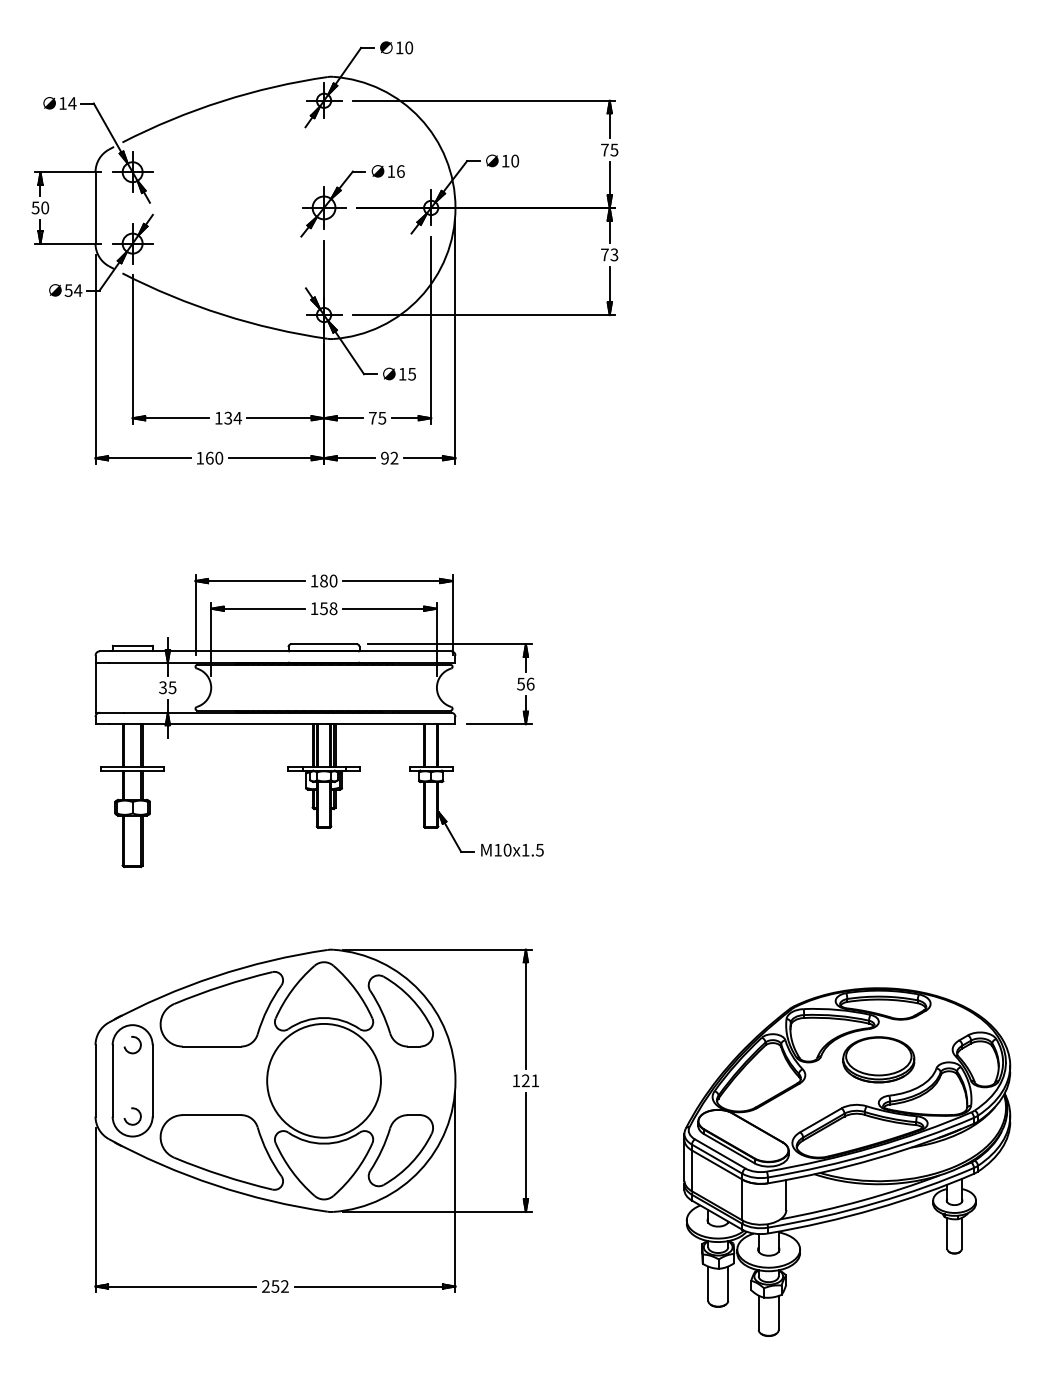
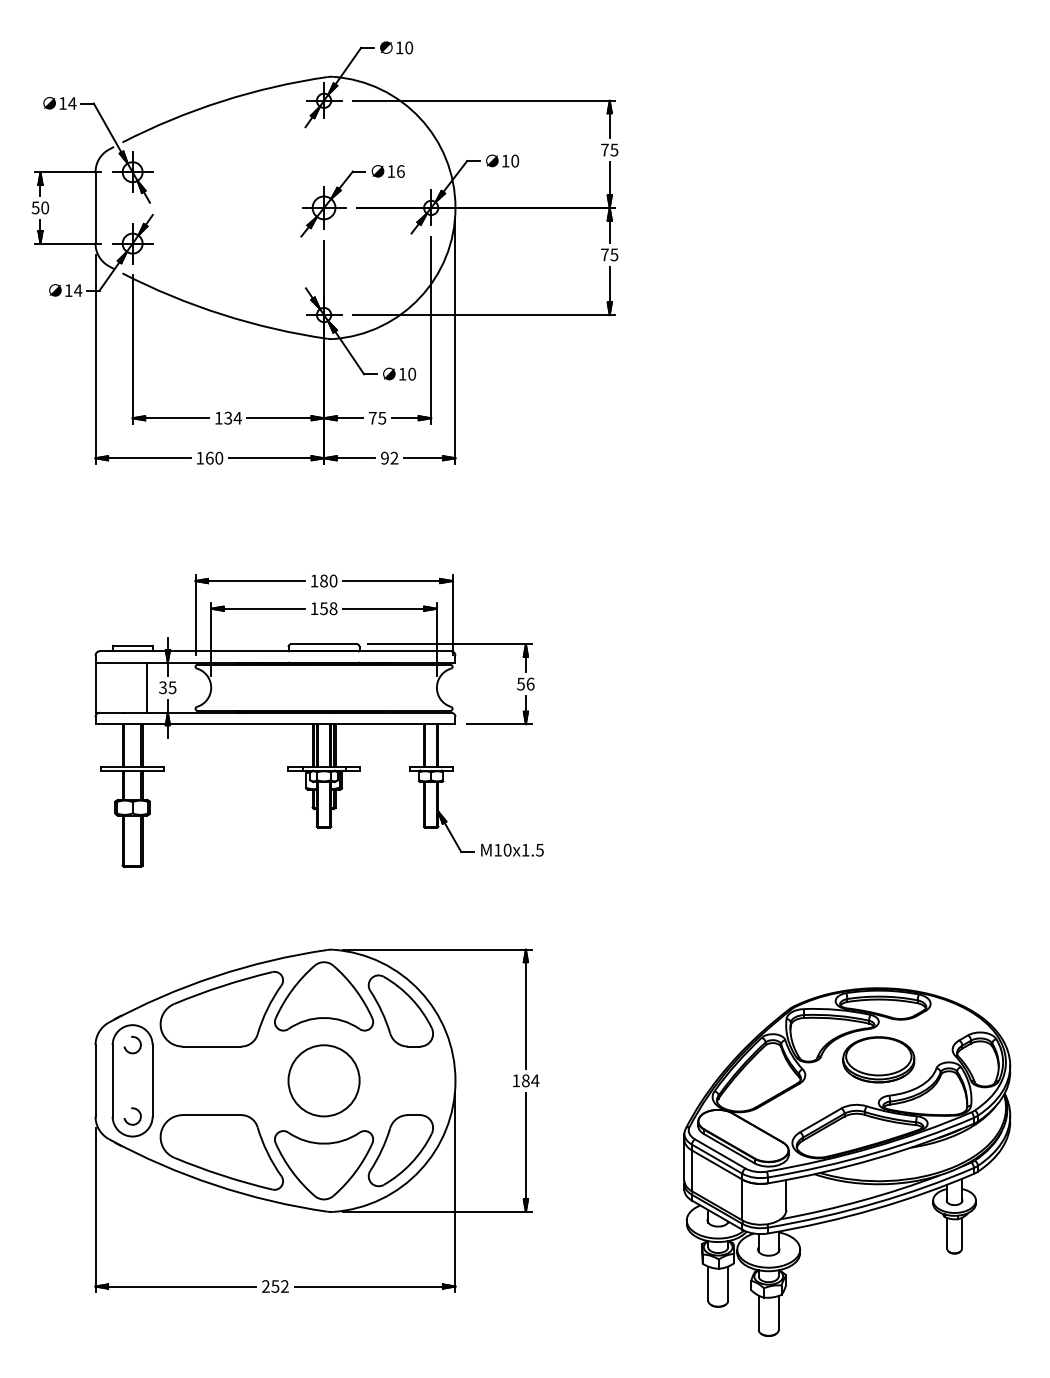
text at (614, 254): 73 -> 75
text at (68, 290): 54 -> 14
text at (412, 373): 15 -> 10
line at (146, 687): none -> present
circle at (323, 1080) diameter: 114 px -> 71 px
text at (530, 1080): 121 -> 184
